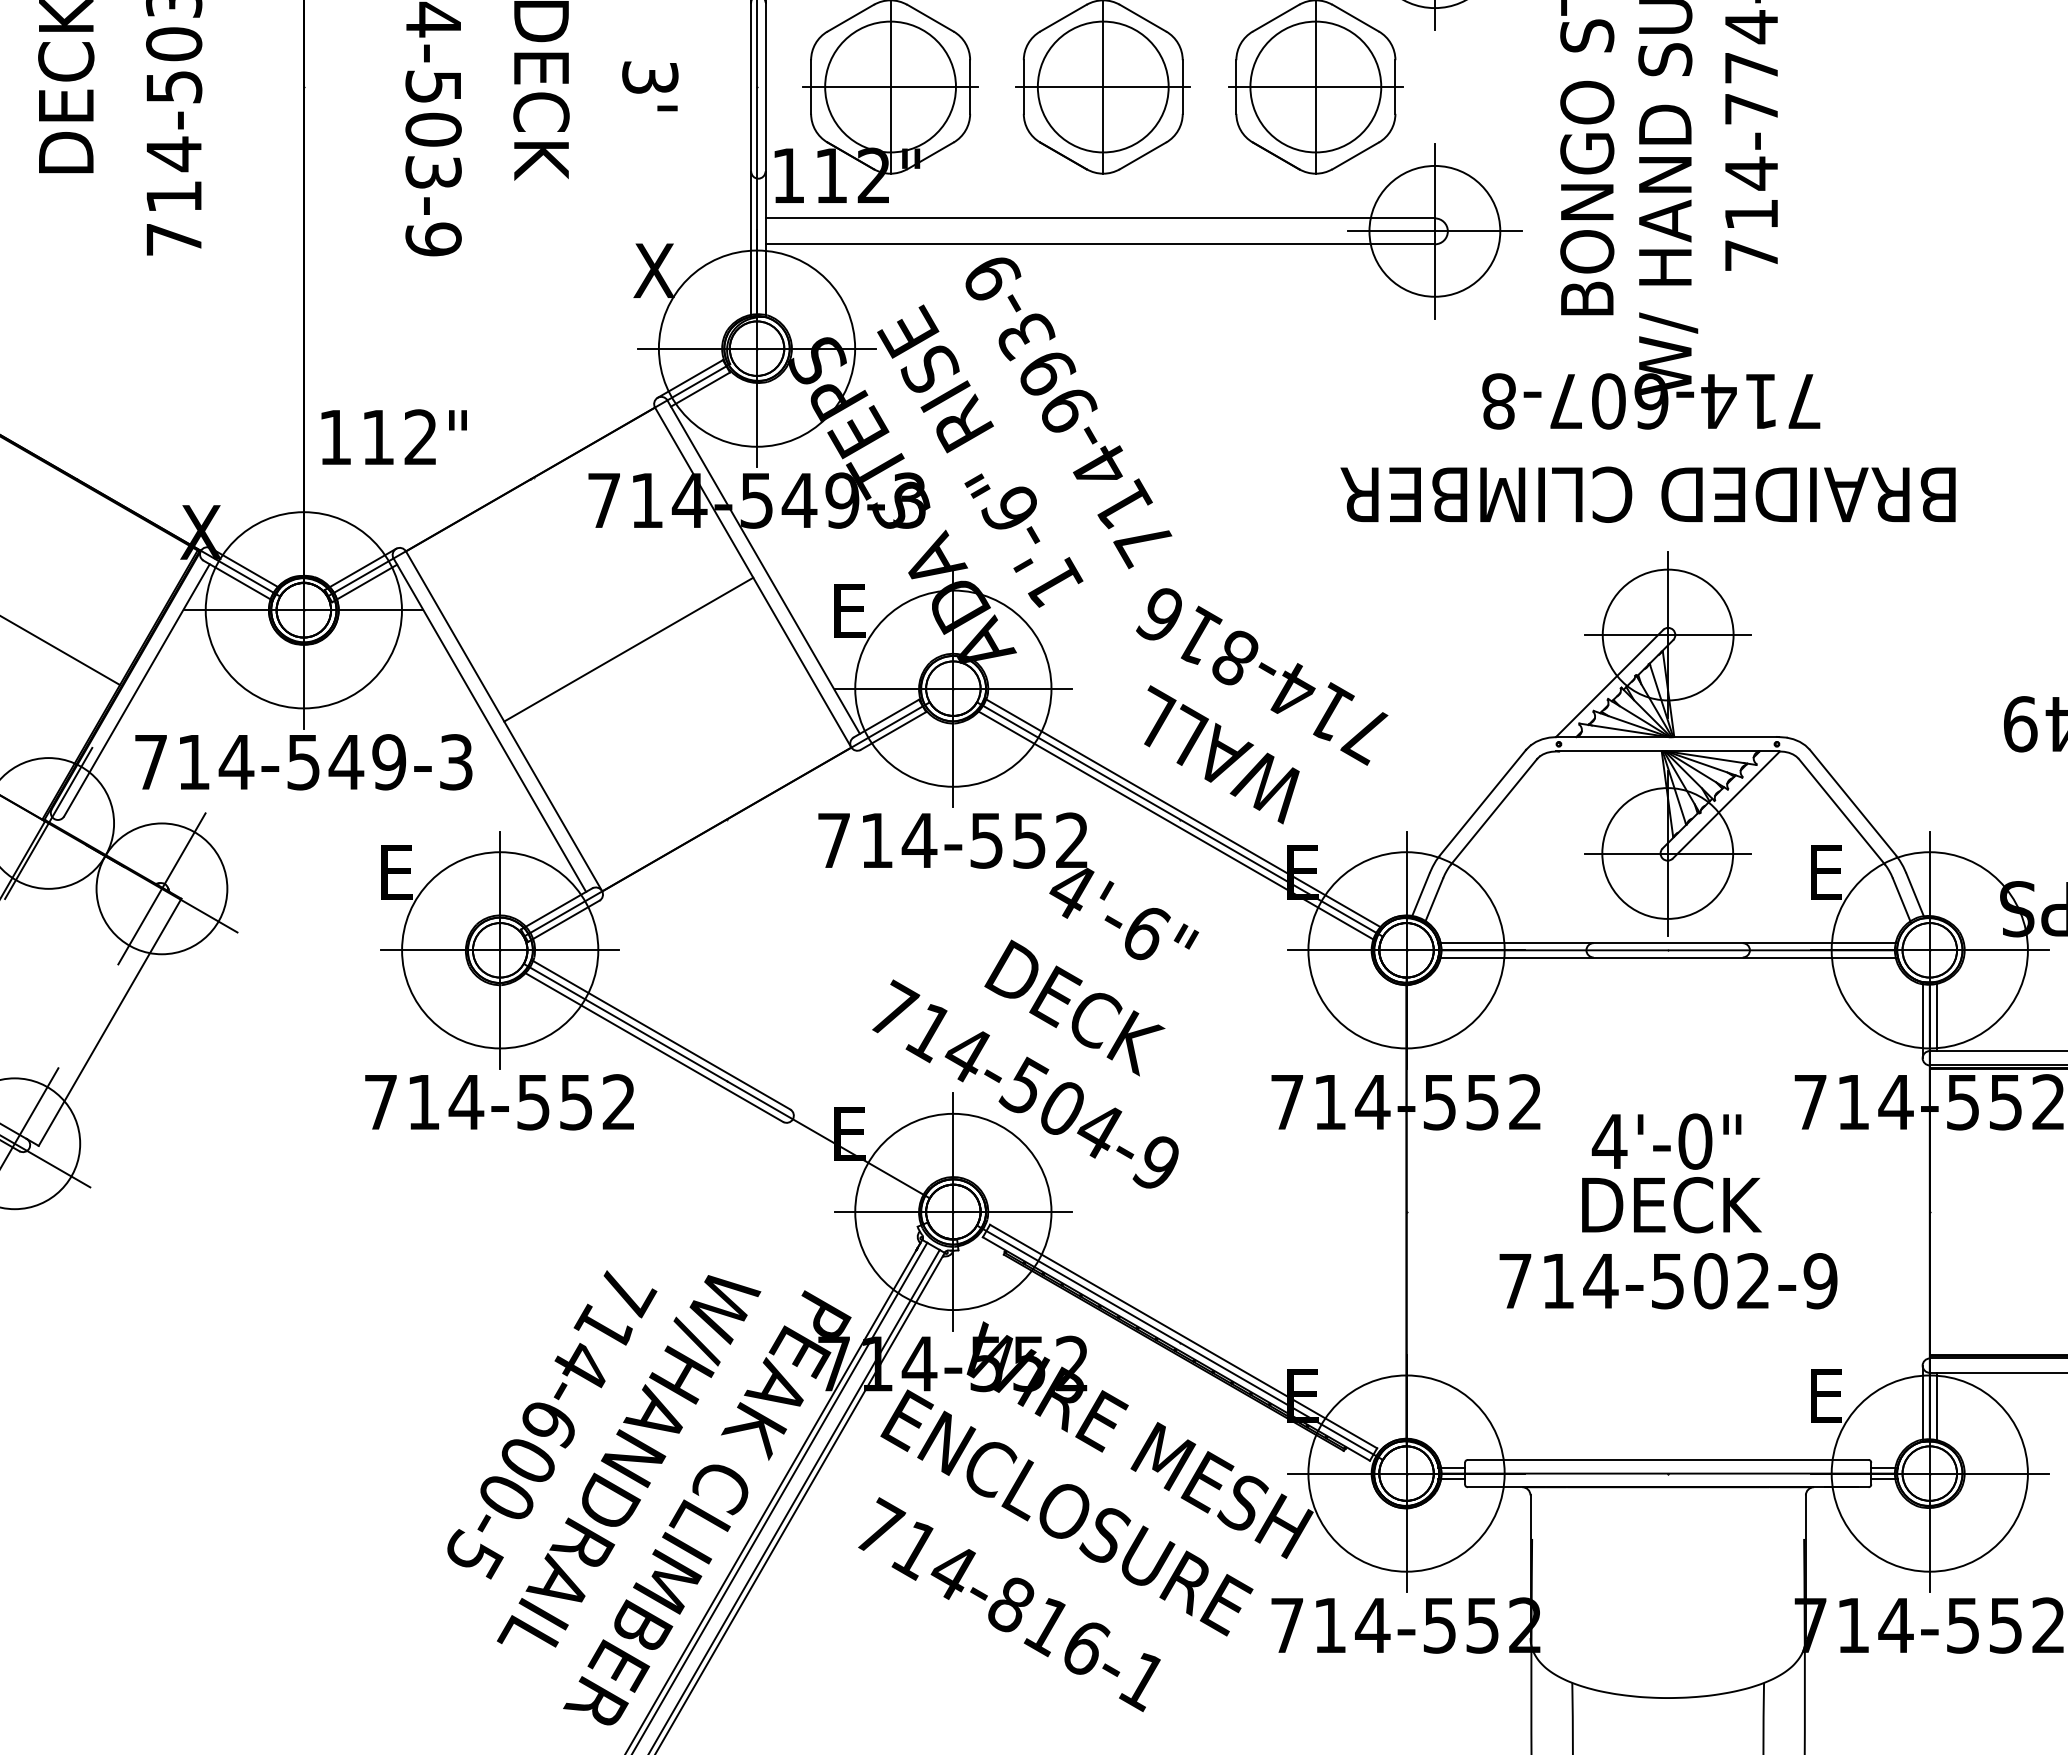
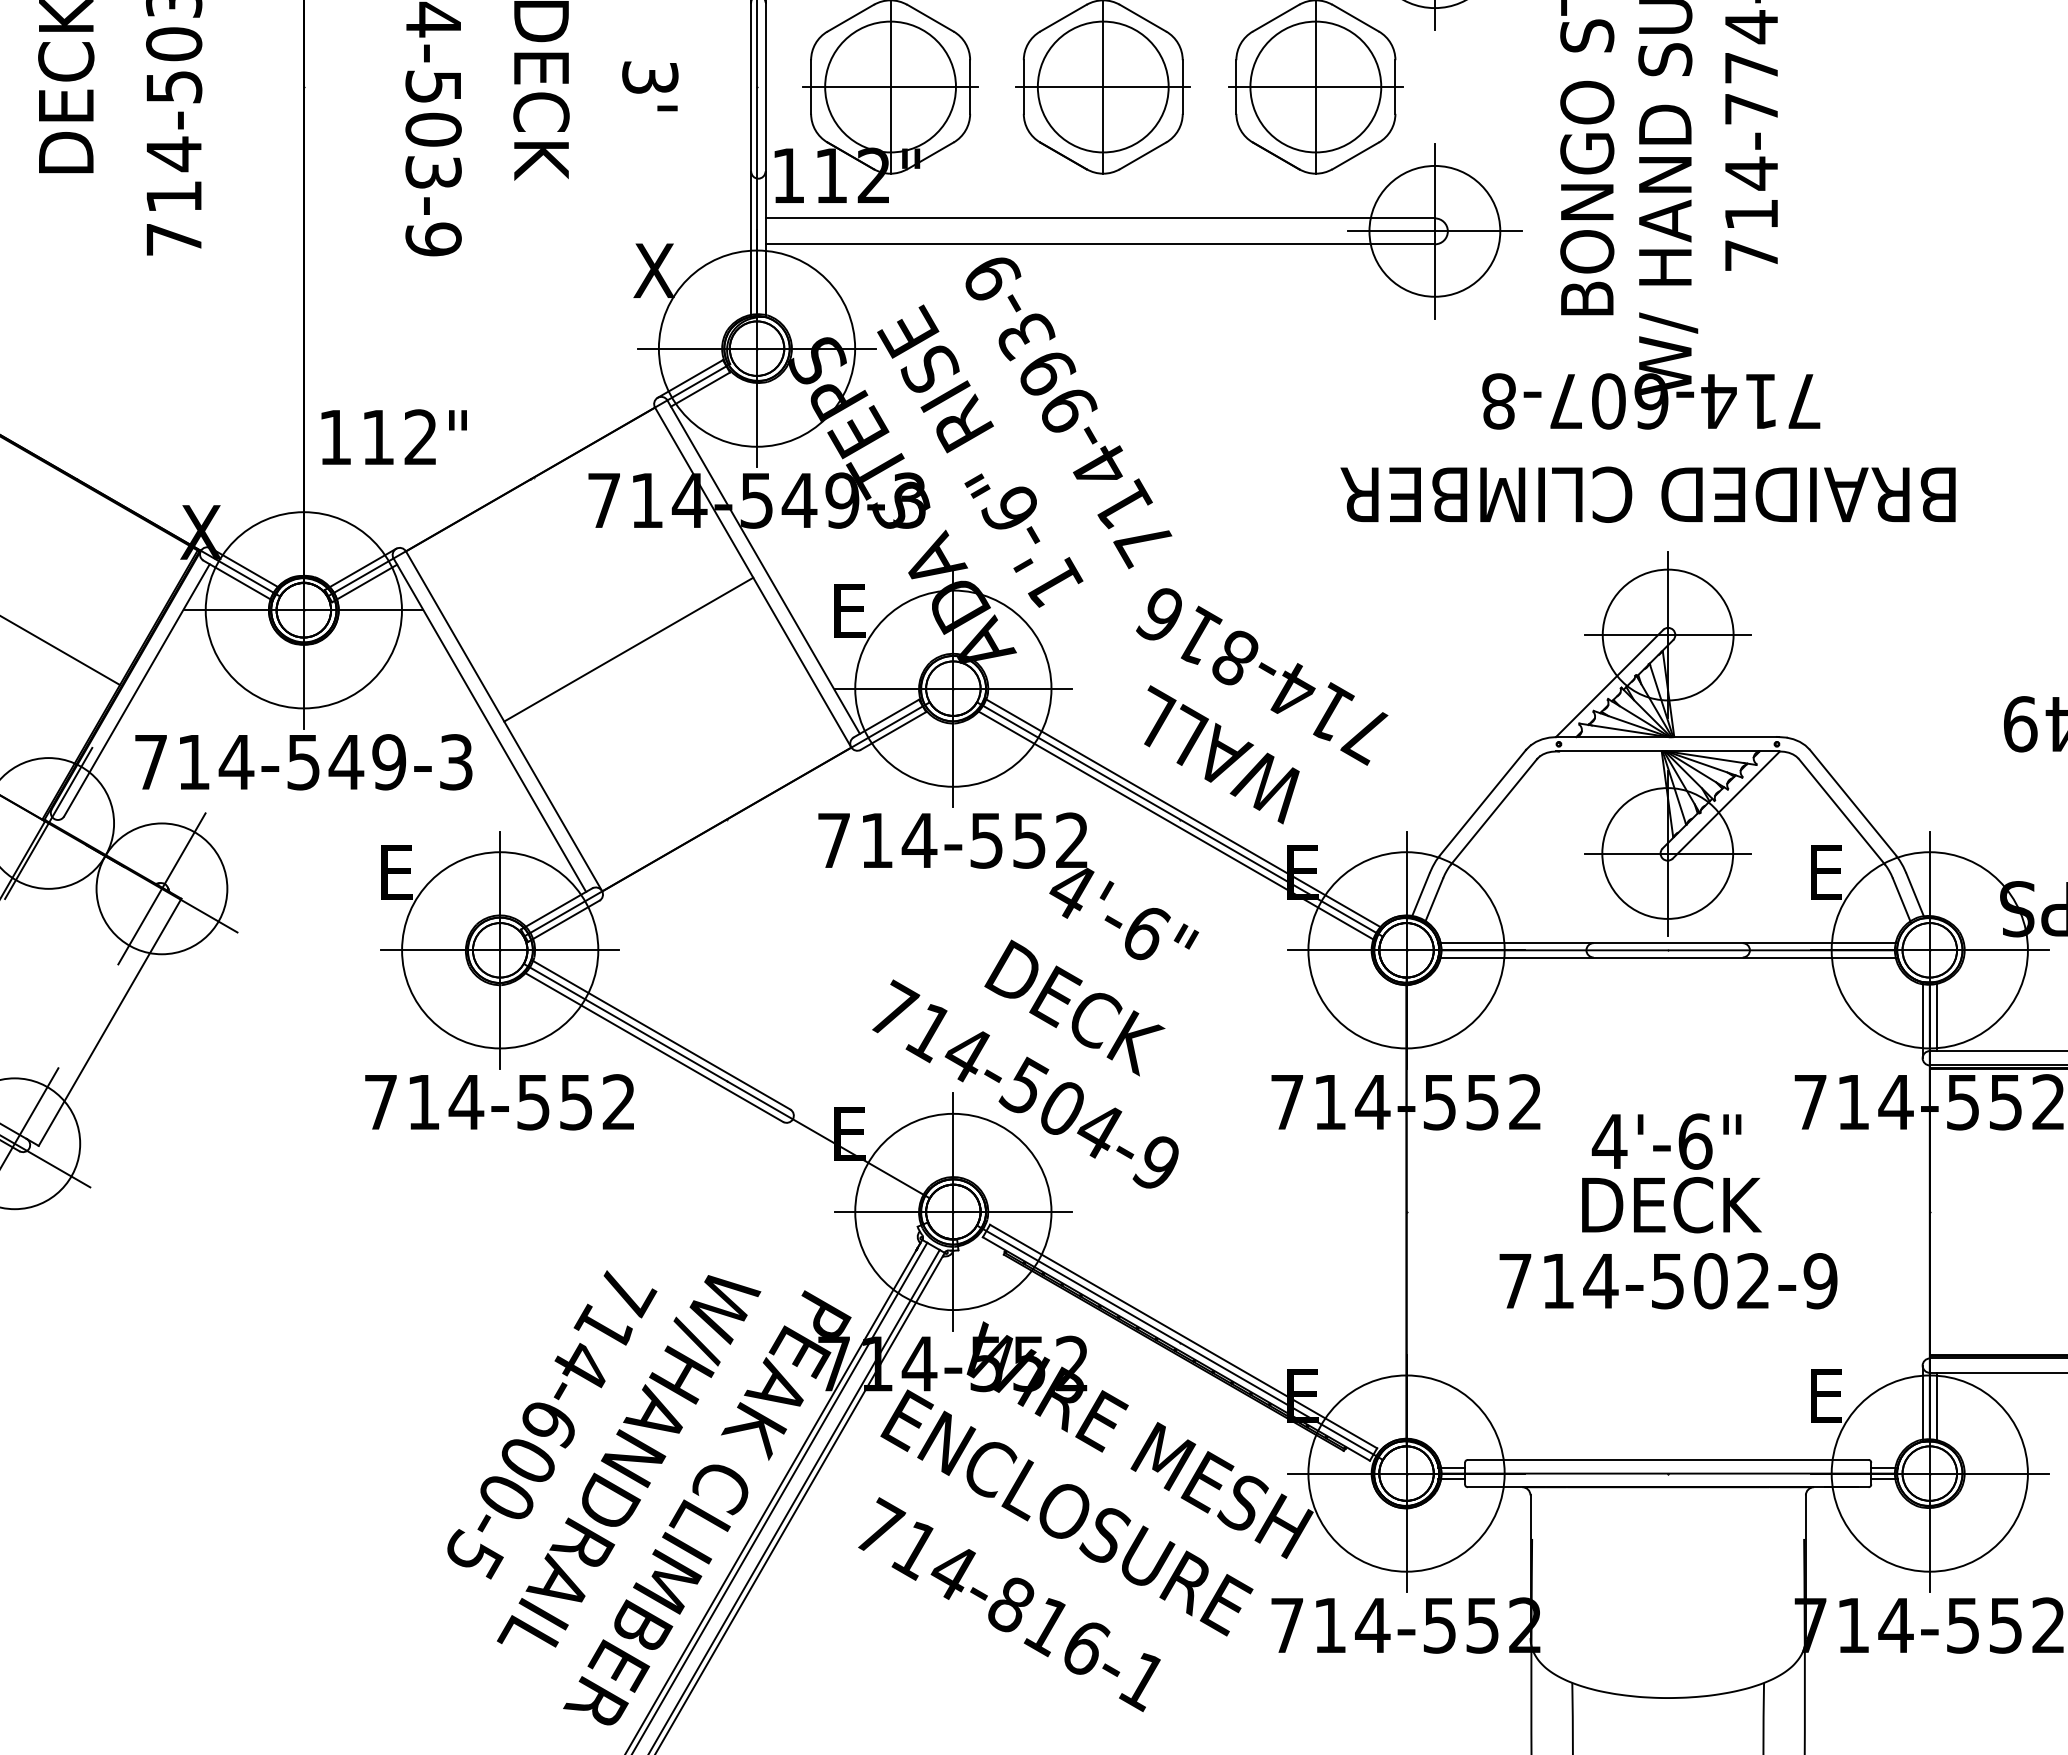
text at (1695, 1141): 4'-0" -> 4'-6"
